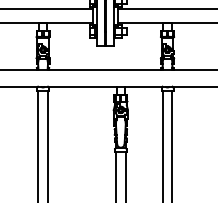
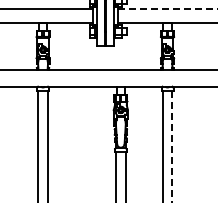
line at (167, 9): solid -> dashed
line at (172, 146): solid -> dashed
